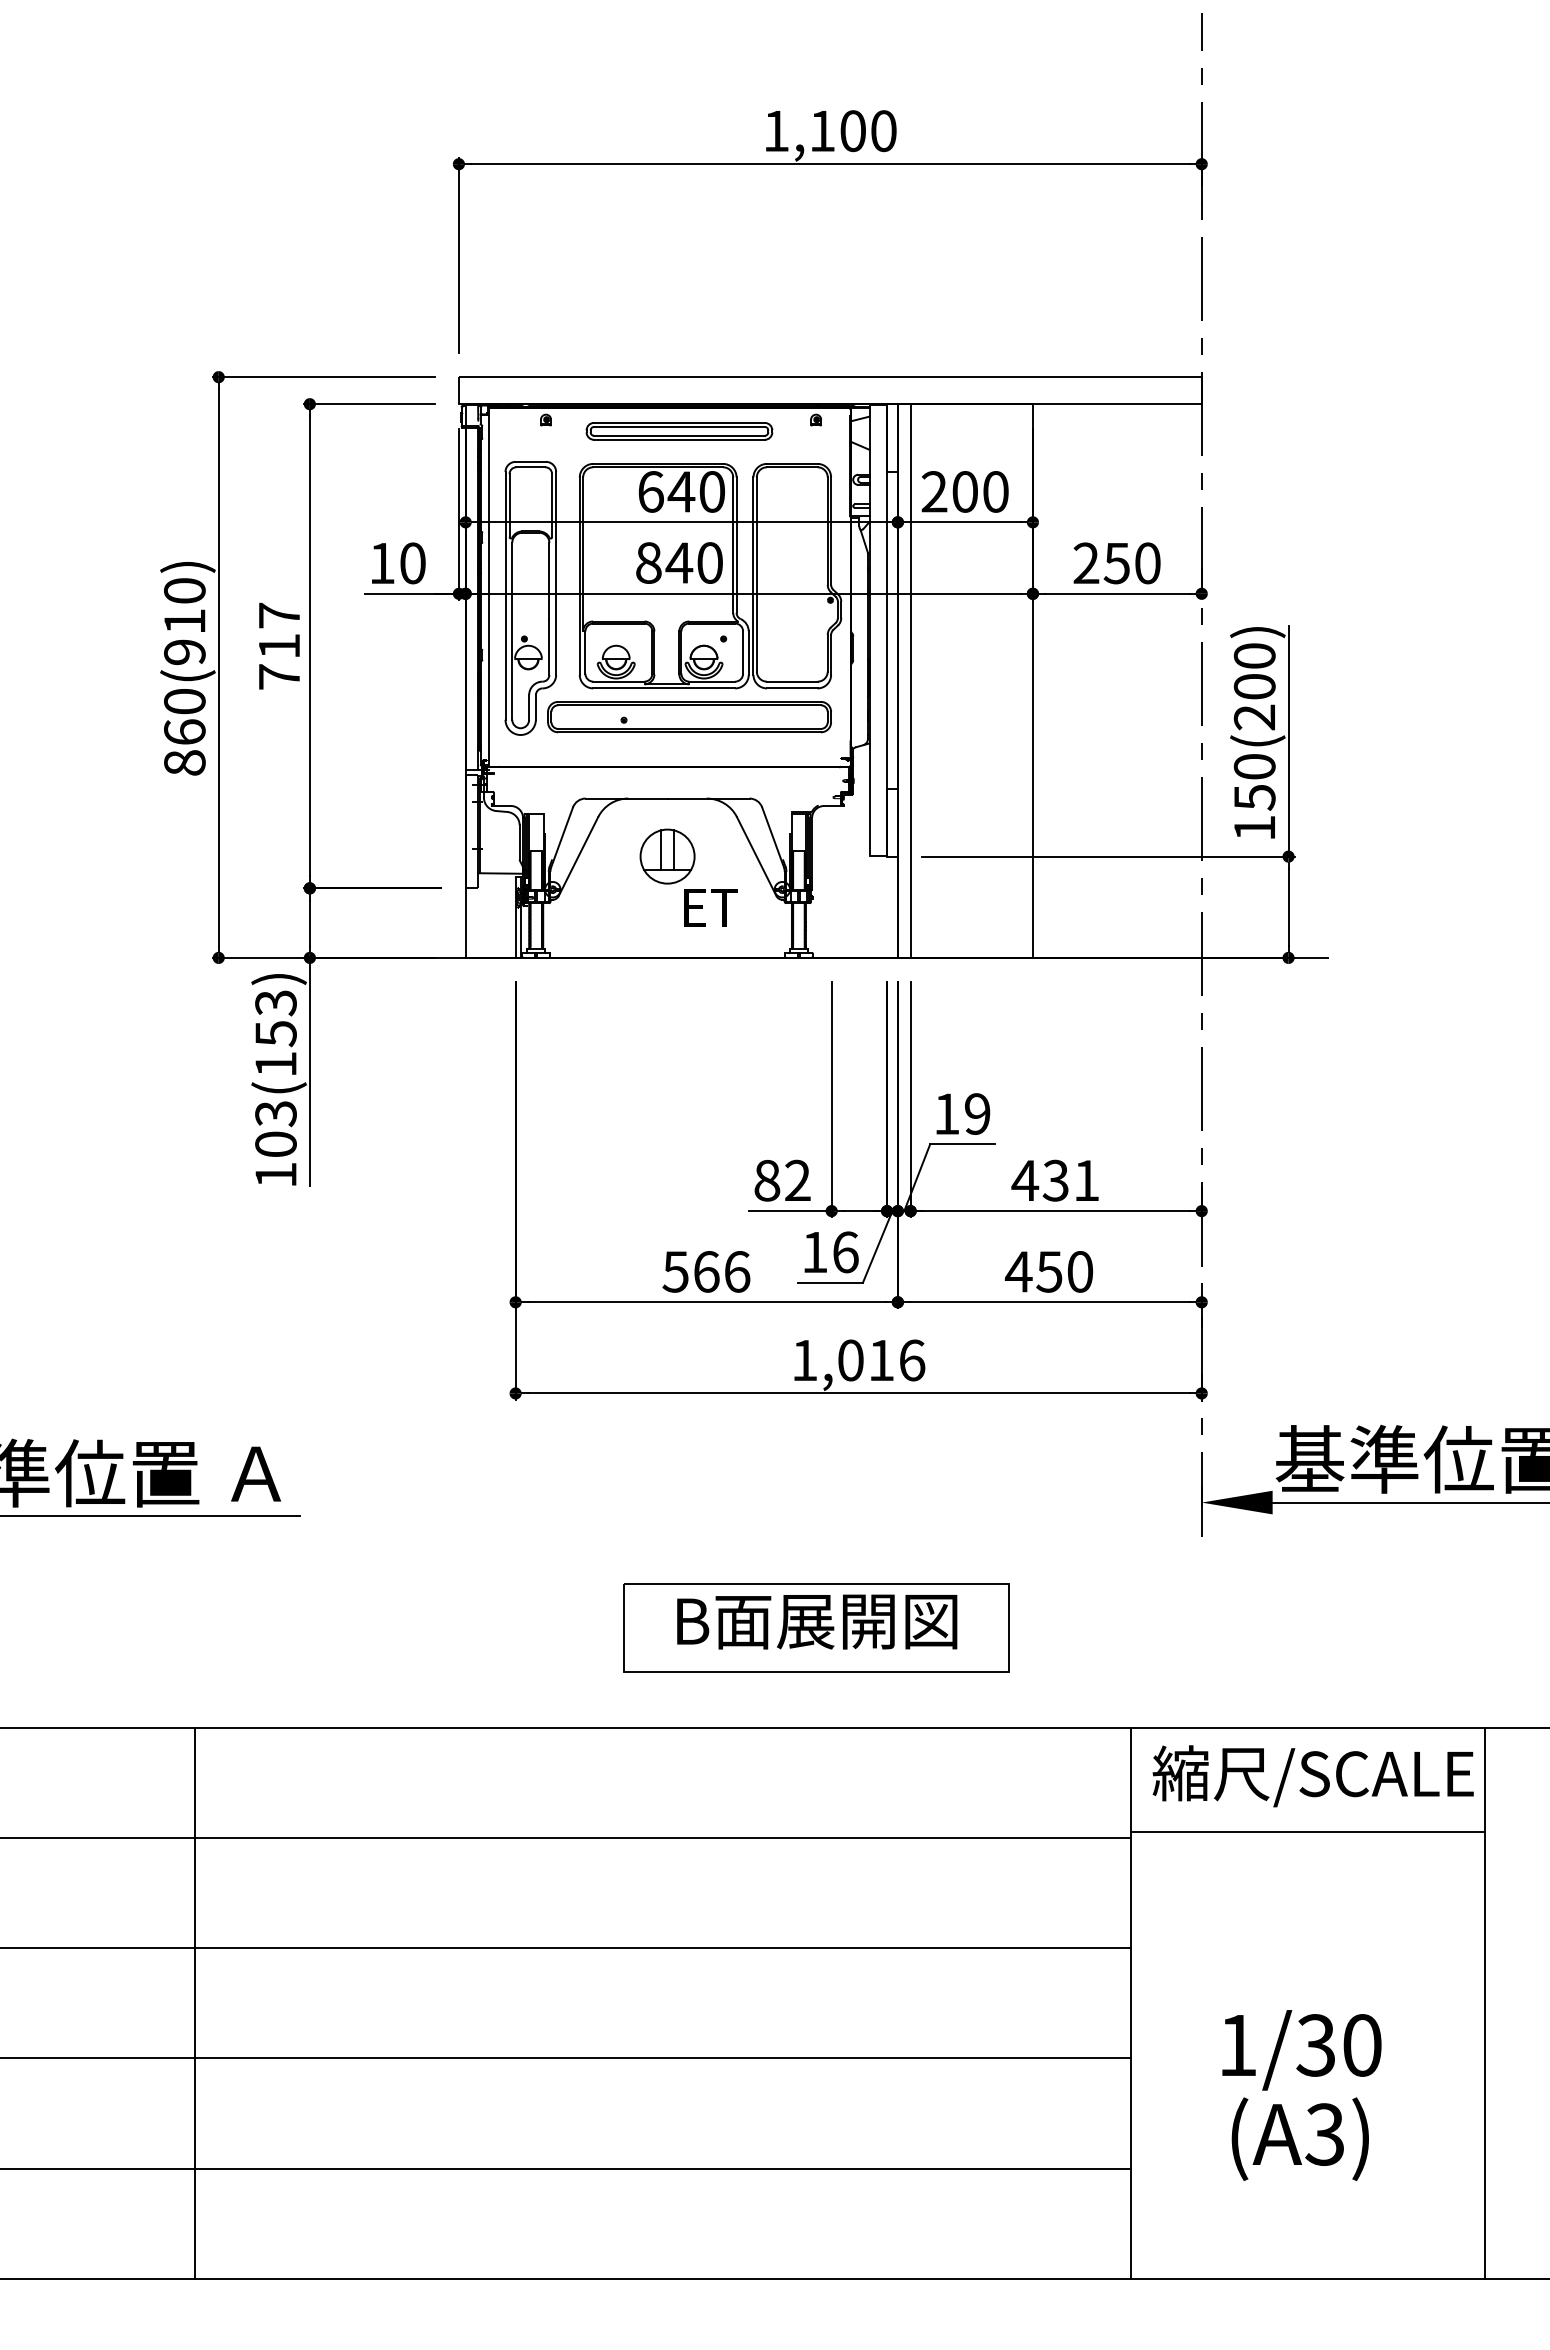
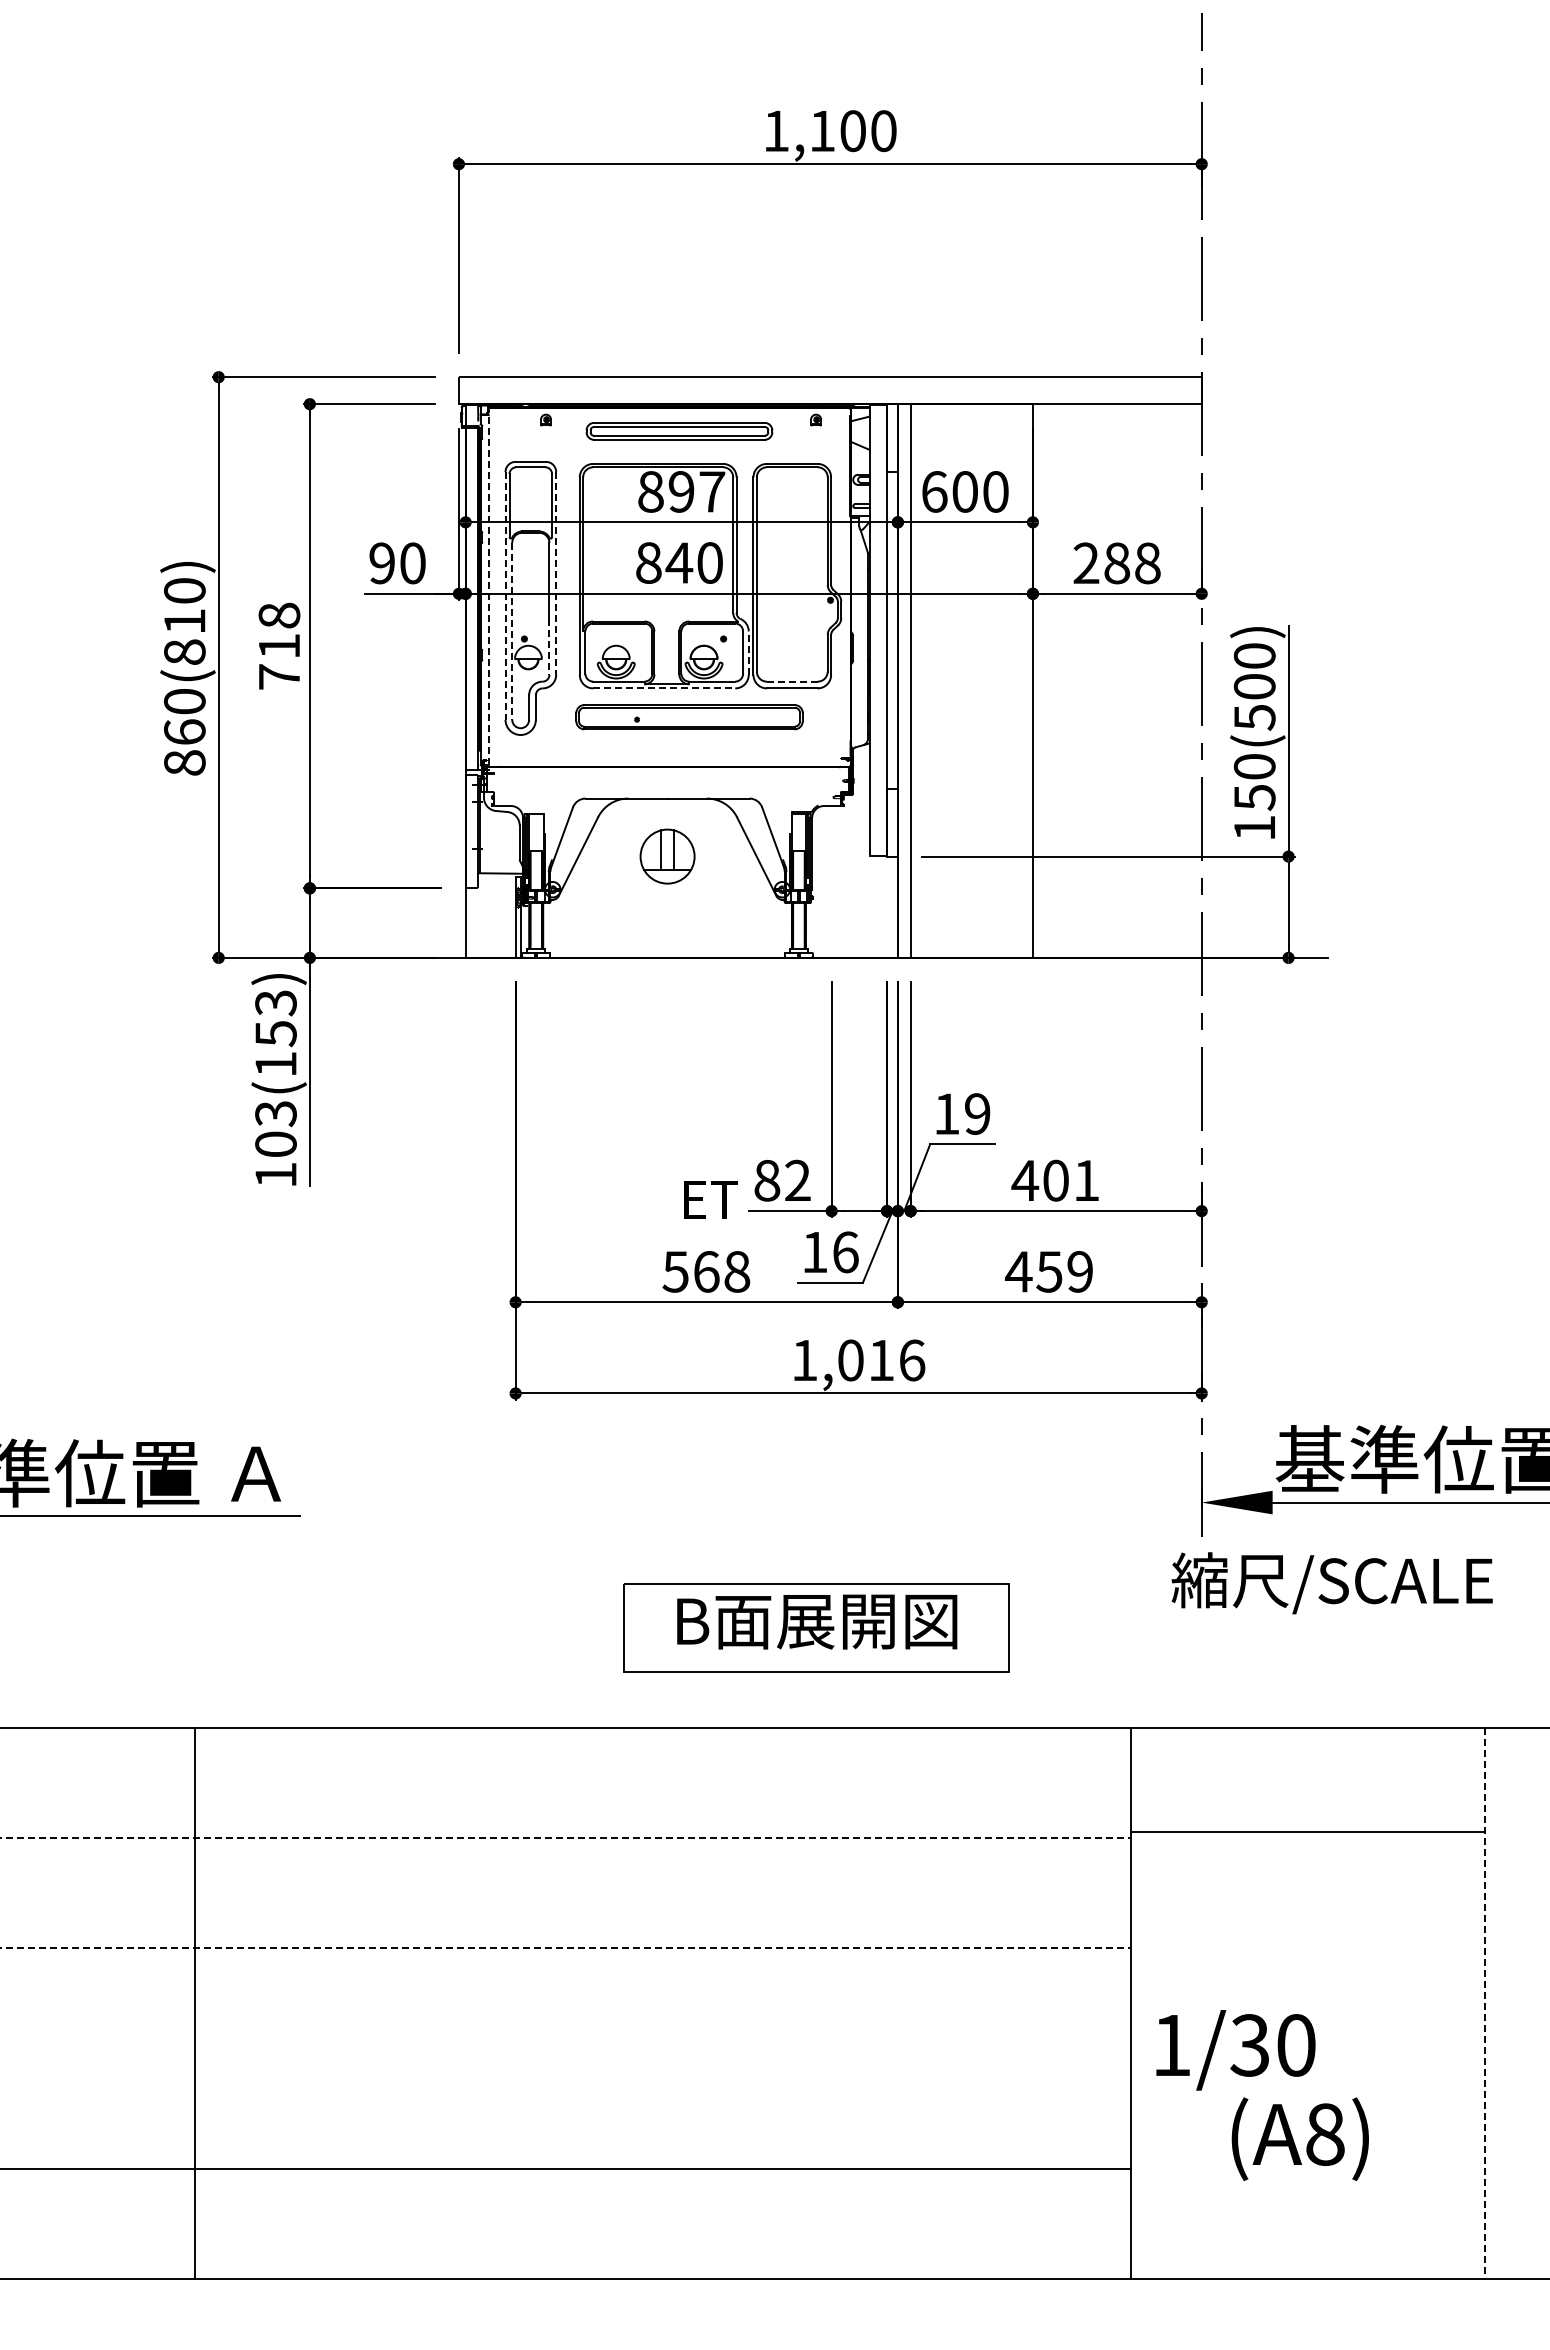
text at (681, 491): 640 -> 897
text at (934, 491): 200 -> 600
text at (381, 563): 10 -> 90
text at (1131, 563): 250 -> 288
line at (556, 573): solid -> dashed
line at (488, 587): solid -> dashed
line at (505, 595): solid -> dashed
text at (279, 615): 717 -> 718
line at (512, 631): solid -> dashed
line at (549, 647): solid -> dashed
text at (184, 652): 860(910) -> 860(810)
line at (748, 653): solid -> dashed
line at (792, 681): solid -> dashed
line at (664, 688): solid -> dashed
part at (689, 717) size: 285x33 px -> 229x27 px
text at (1254, 717): 150(200) -> 150(500)
text at (710, 907) position: (710, 907) -> (710, 1199)
text at (1055, 1180): 431 -> 401
text at (737, 1271): 566 -> 568
text at (1080, 1271): 450 -> 459
text at (1312, 1776) position: (1312, 1776) -> (1331, 1583)
line at (566, 1837): solid -> dashed
line at (566, 1947): solid -> dashed
line at (1484, 2003): solid -> dashed
text at (1301, 2050) position: (1301, 2050) -> (1235, 2050)
line at (566, 2058): present -> none
text at (1324, 2134): (A3) -> (A8)
